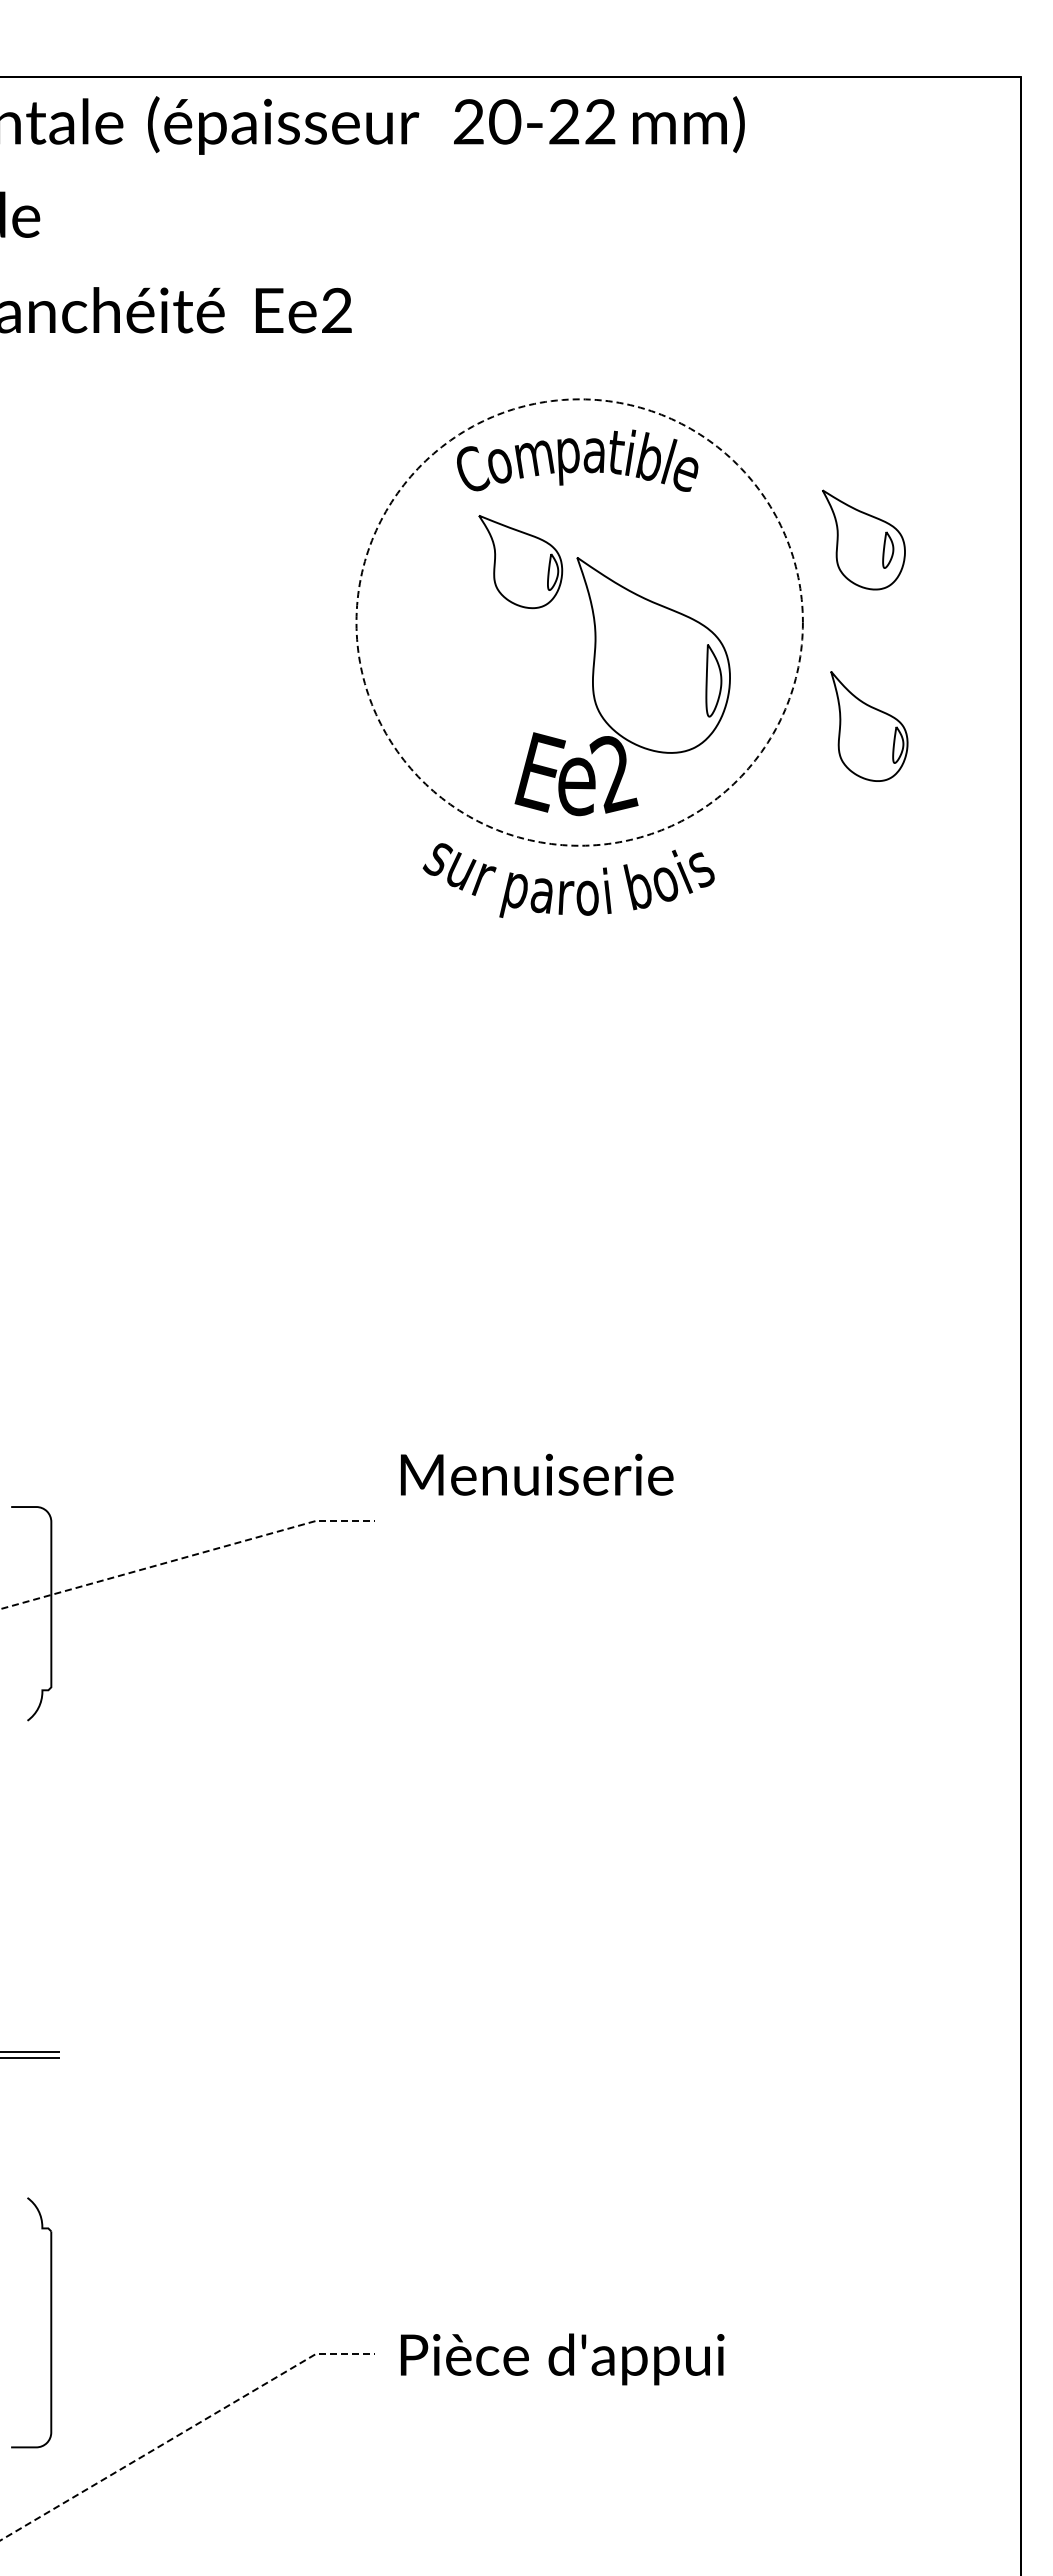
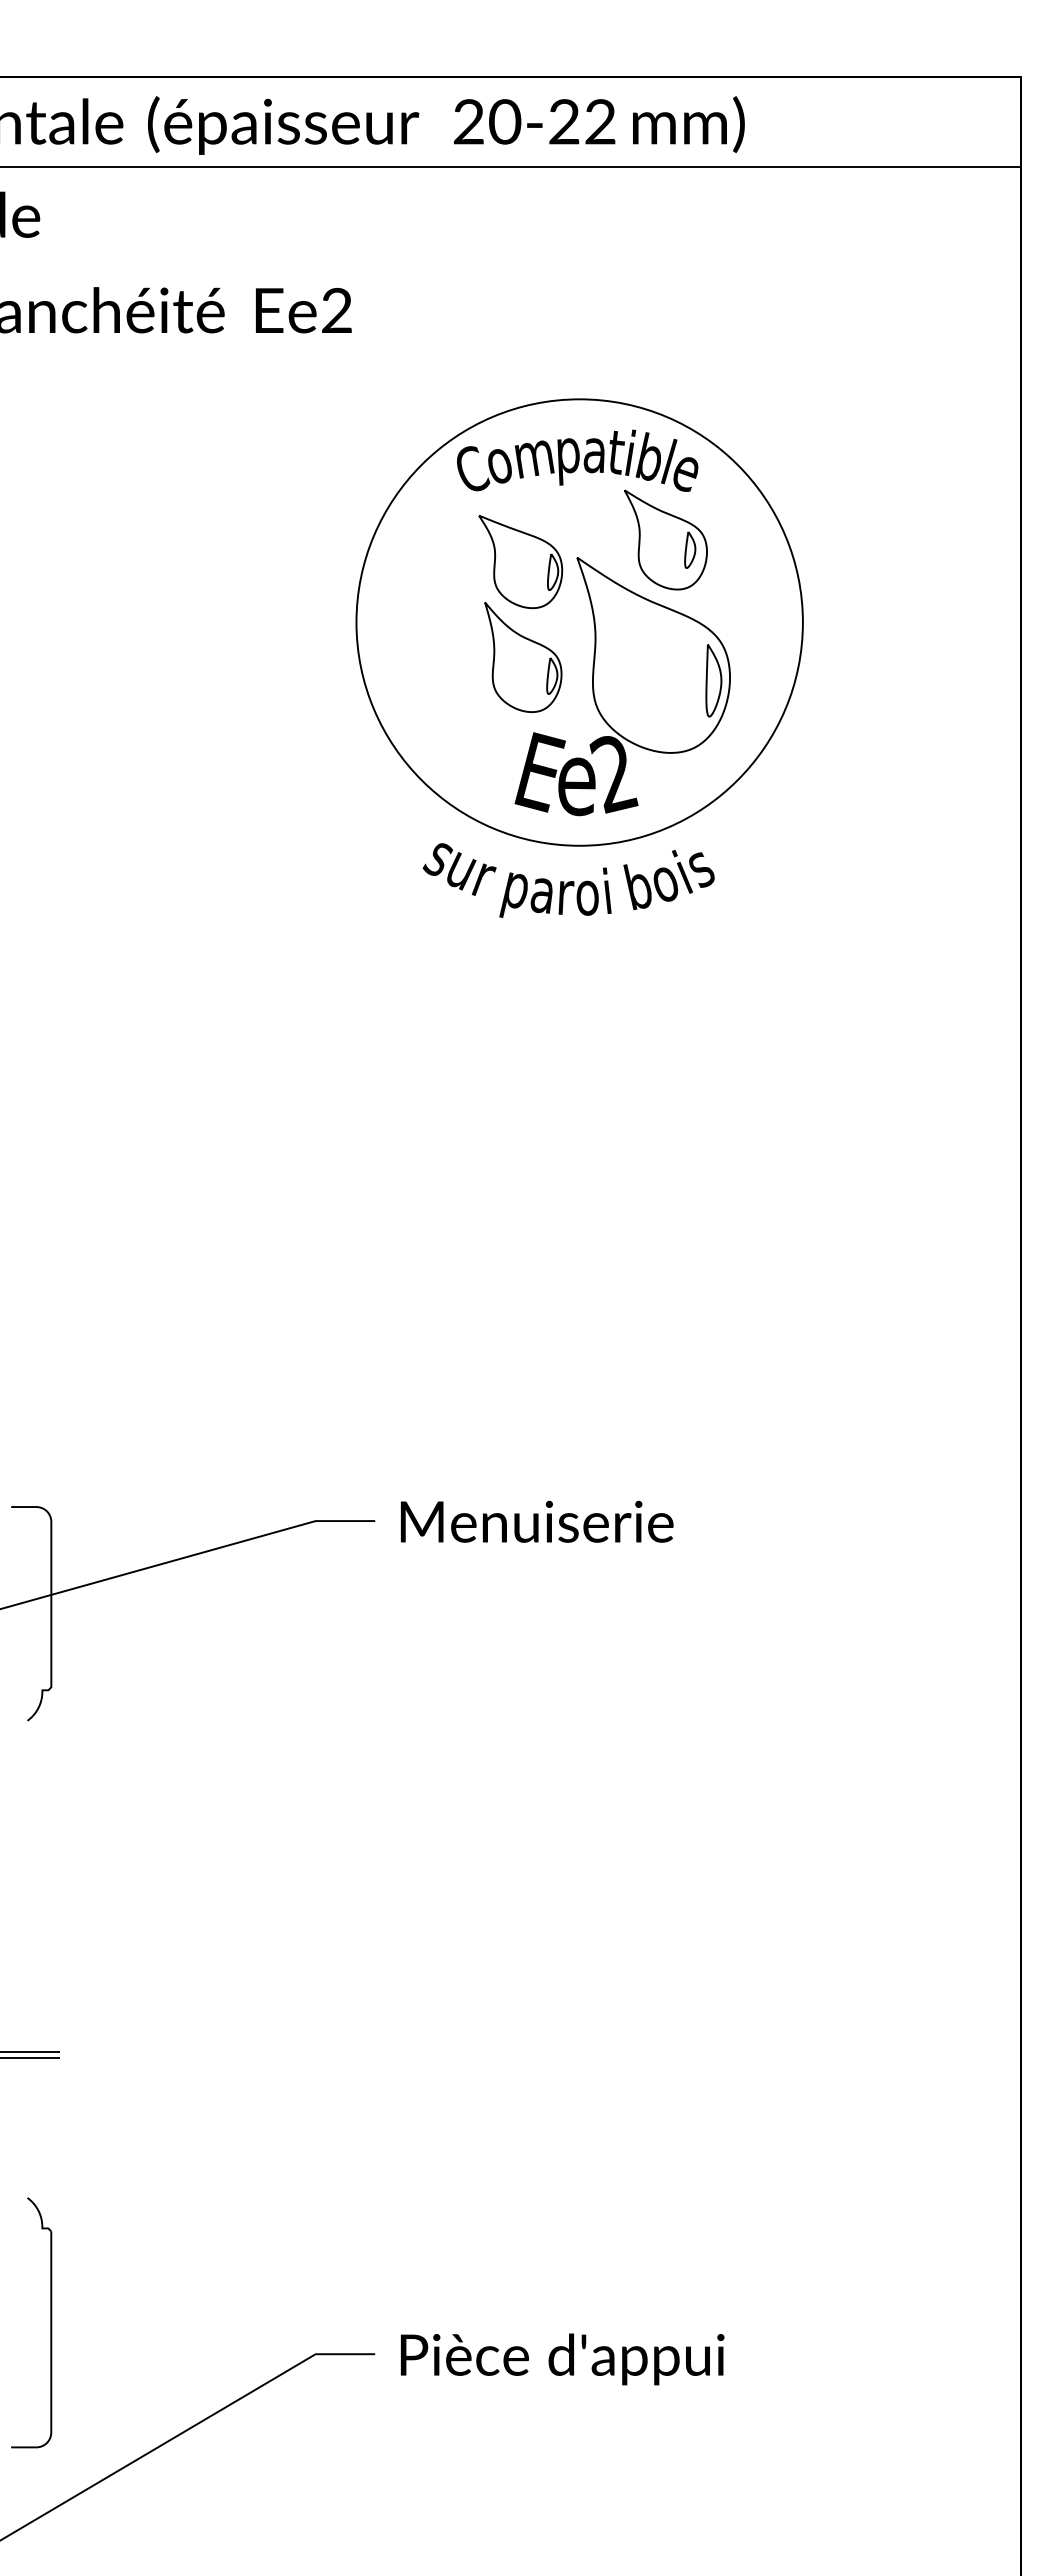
line at (511, 166): none -> present
part at (863, 539) position: (863, 539) -> (665, 539)
circle at (579, 622): dashed -> solid
part at (869, 726) position: (869, 726) -> (523, 657)
text at (537, 1474) position: (537, 1474) -> (537, 1521)
line at (187, 1556): dashed -> solid
line at (184, 2431): dashed -> solid
